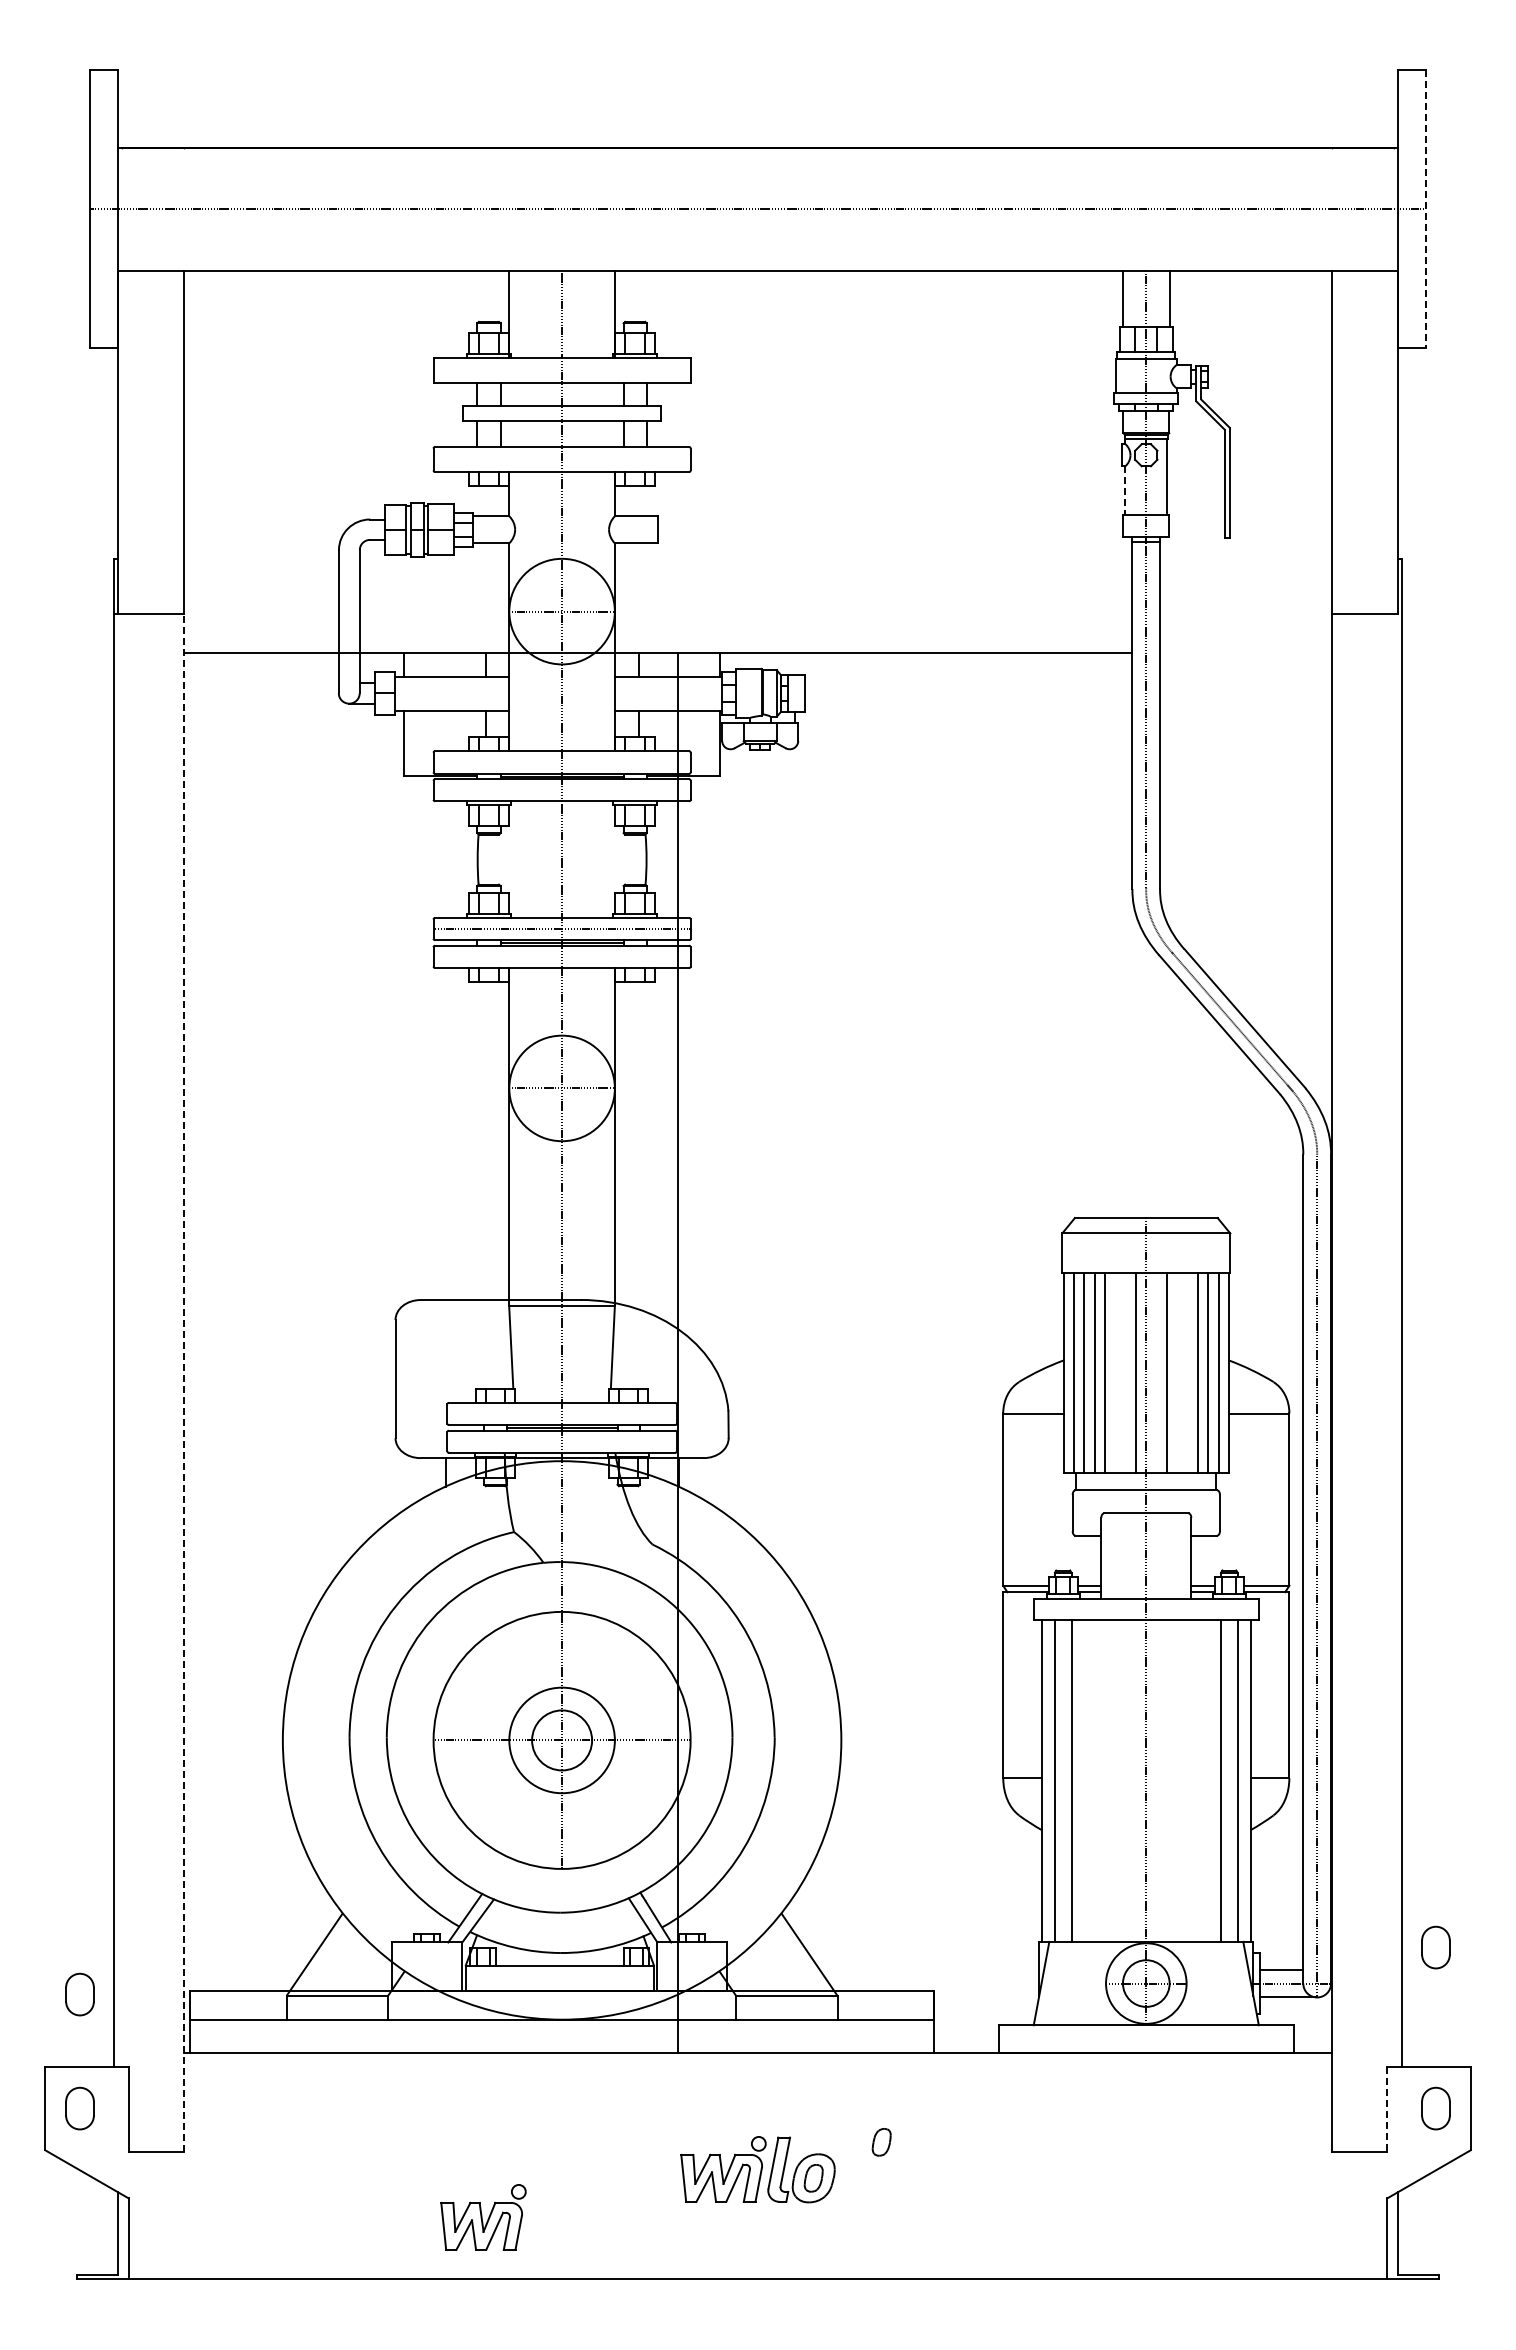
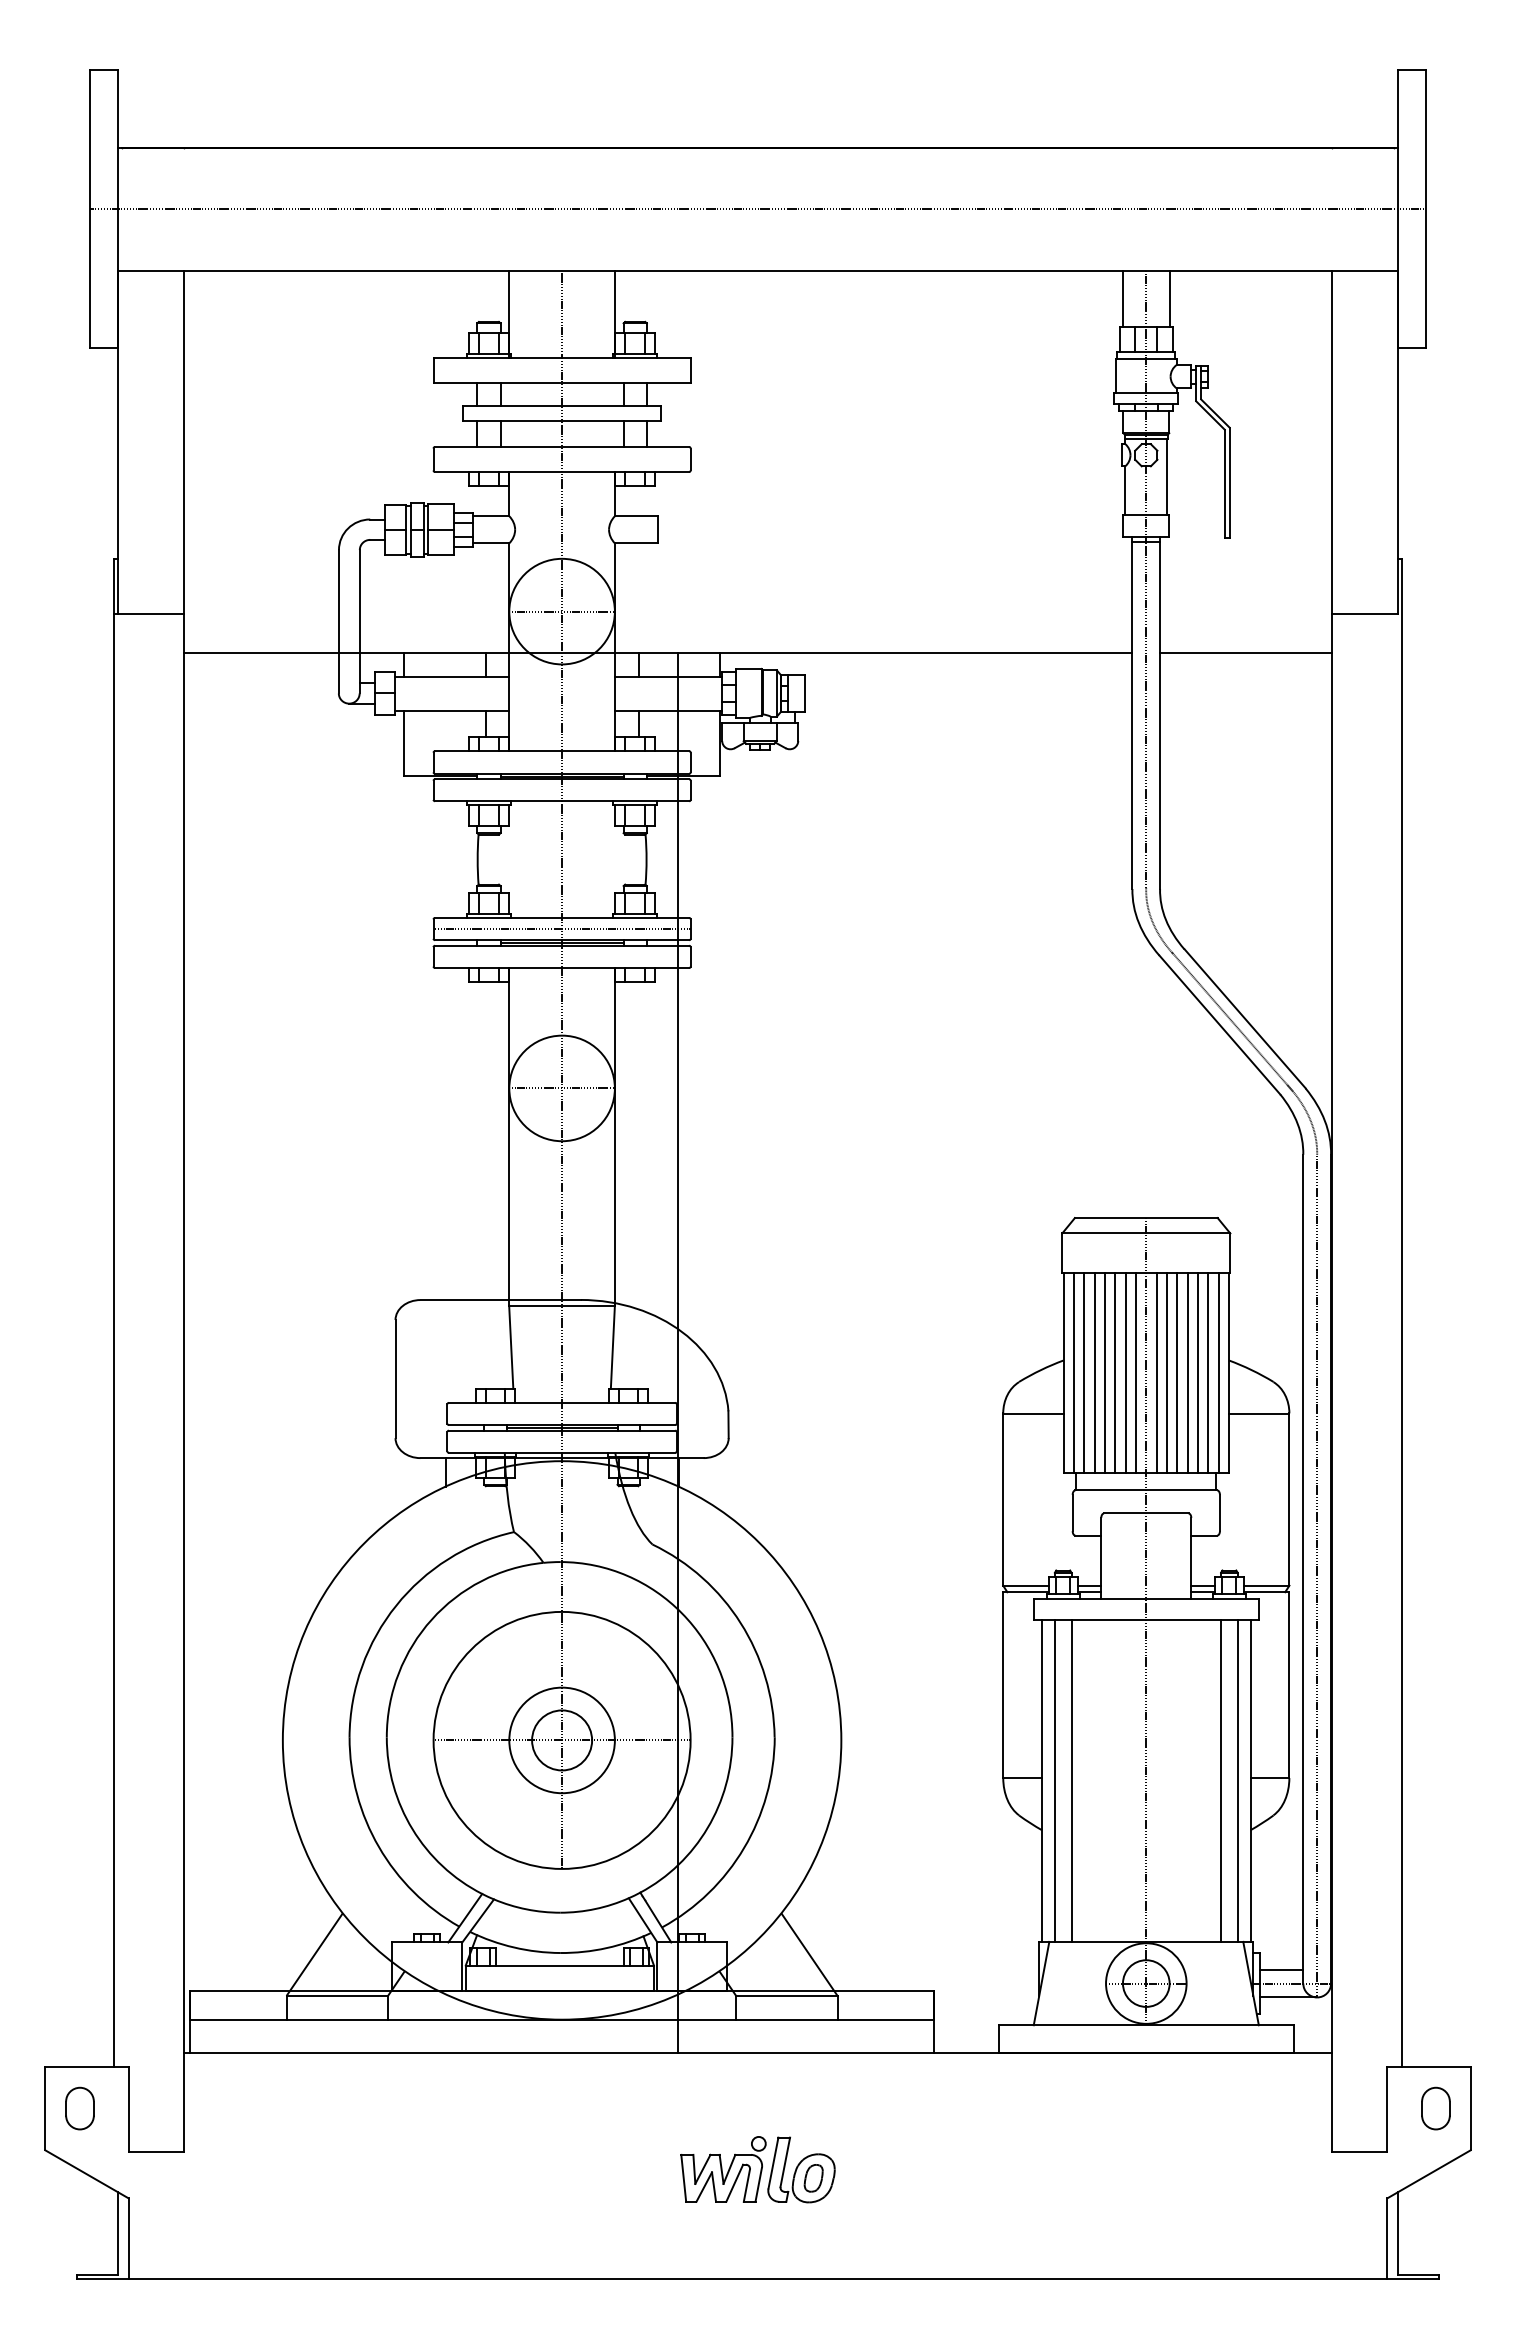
line at (1425, 209): dashed -> solid
line at (1125, 490): dashed -> solid
line at (1246, 653): none -> present
line at (1115, 1372): none -> present
line at (1125, 1372): none -> present
line at (1156, 1372): none -> present
line at (1177, 1372): none -> present
line at (1187, 1372): none -> present
line at (183, 1382): dashed -> solid
part at (1435, 1947): present -> none
part at (79, 1994): present -> none
line at (1386, 2109): dashed -> solid
part at (881, 2142): present -> none
part at (483, 2217): present -> none
